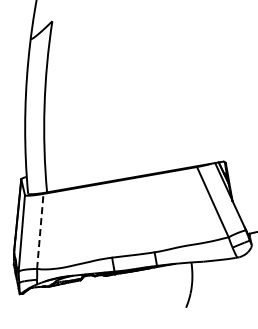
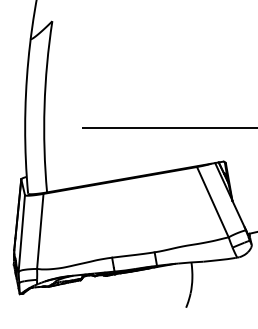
line at (168, 128): none -> present
line at (40, 231): dashed -> solid
